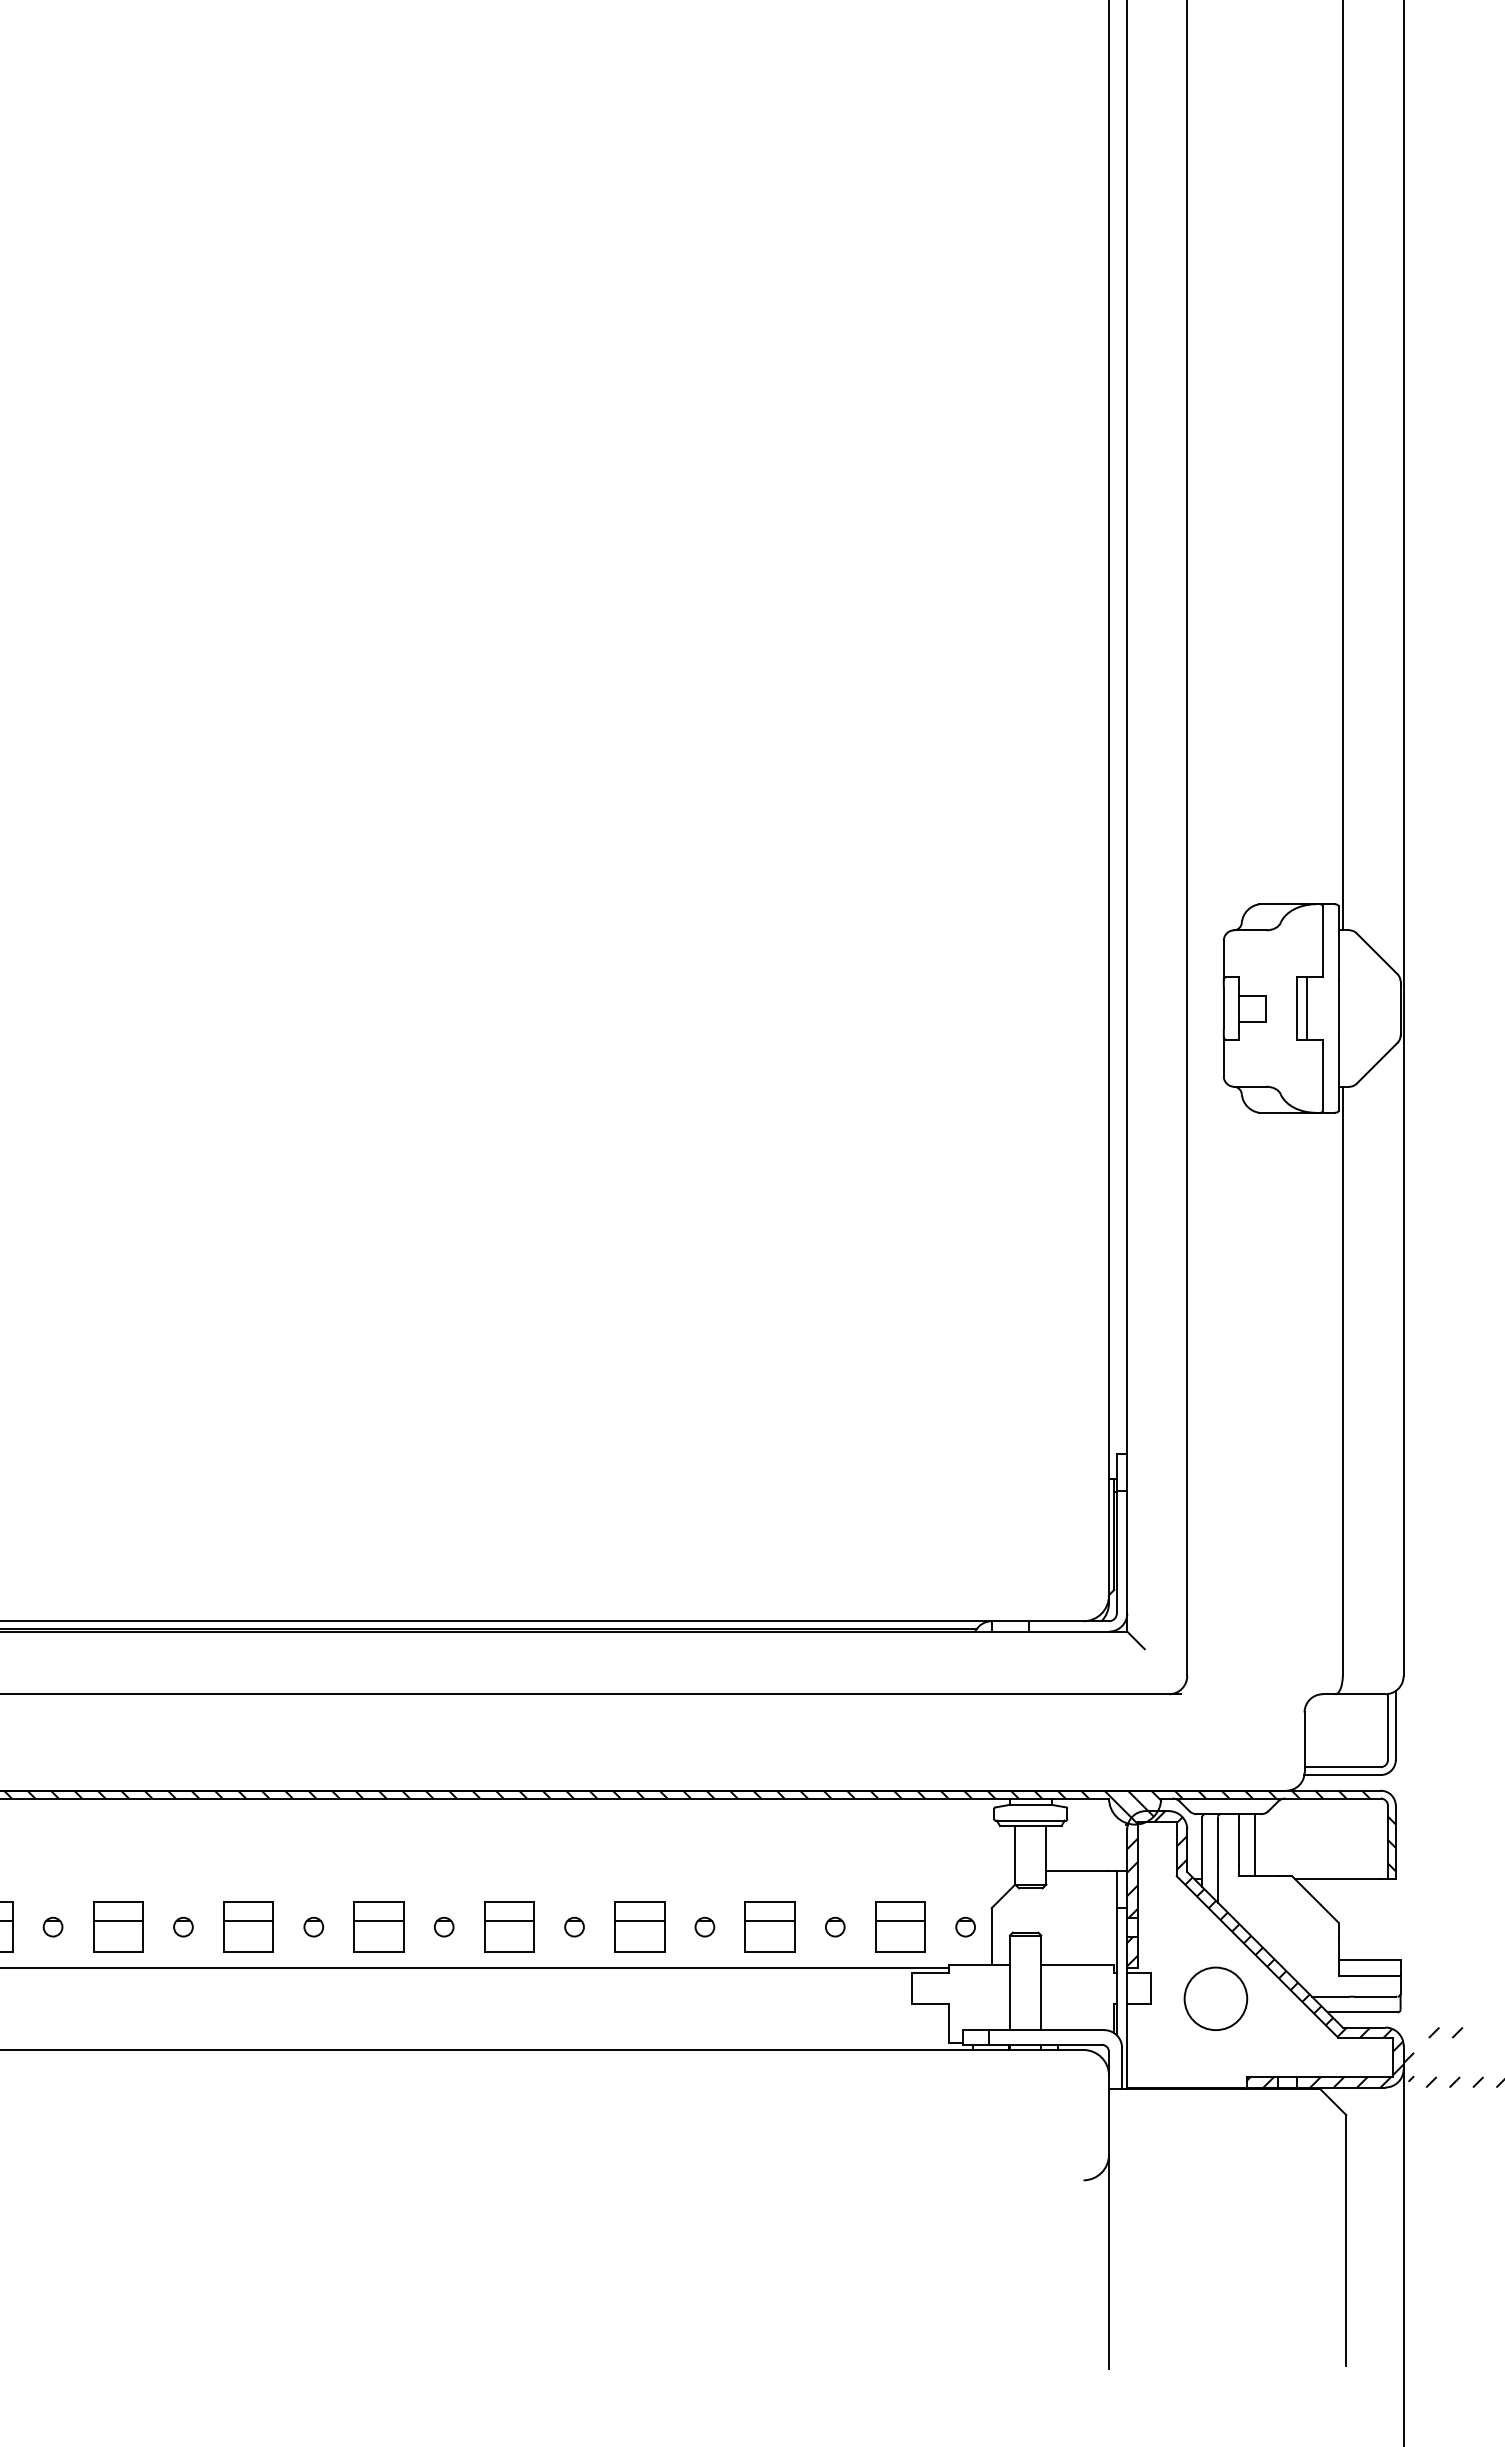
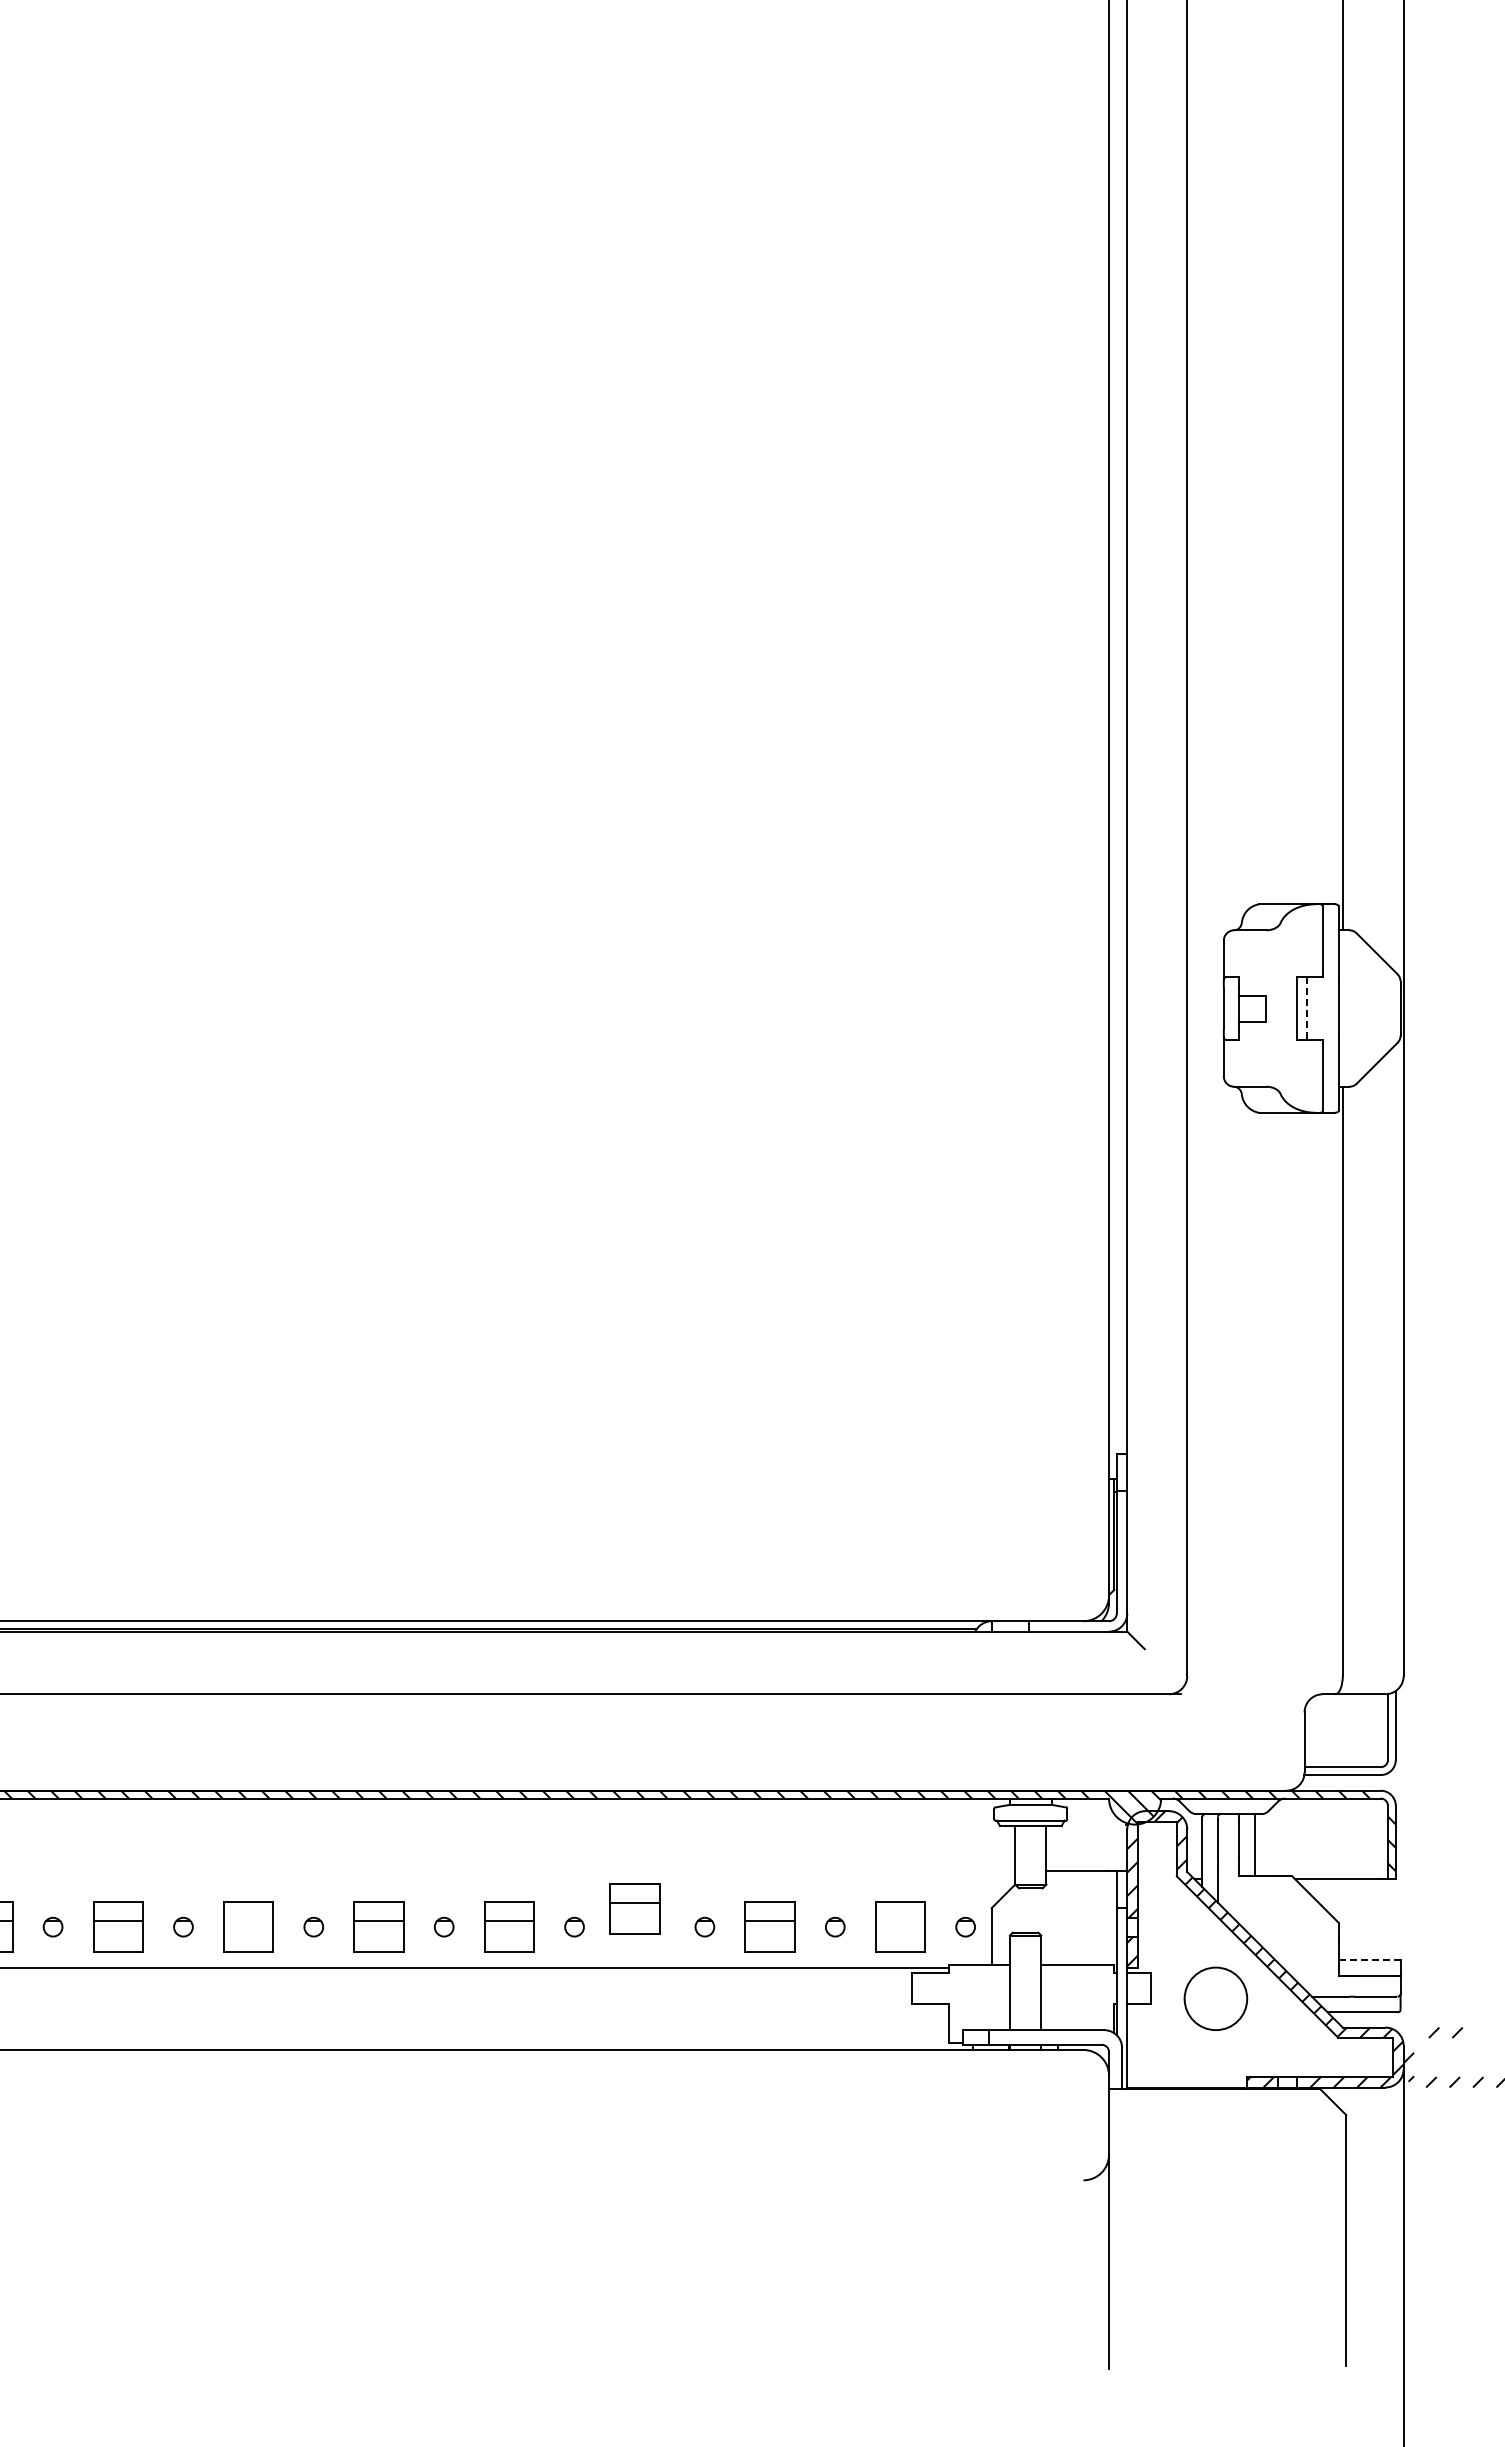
line at (1307, 1009): solid -> dashed
line at (248, 1920): present -> none
line at (900, 1920): present -> none
part at (639, 1926) position: (639, 1926) -> (634, 1908)
line at (1369, 1960): solid -> dashed
